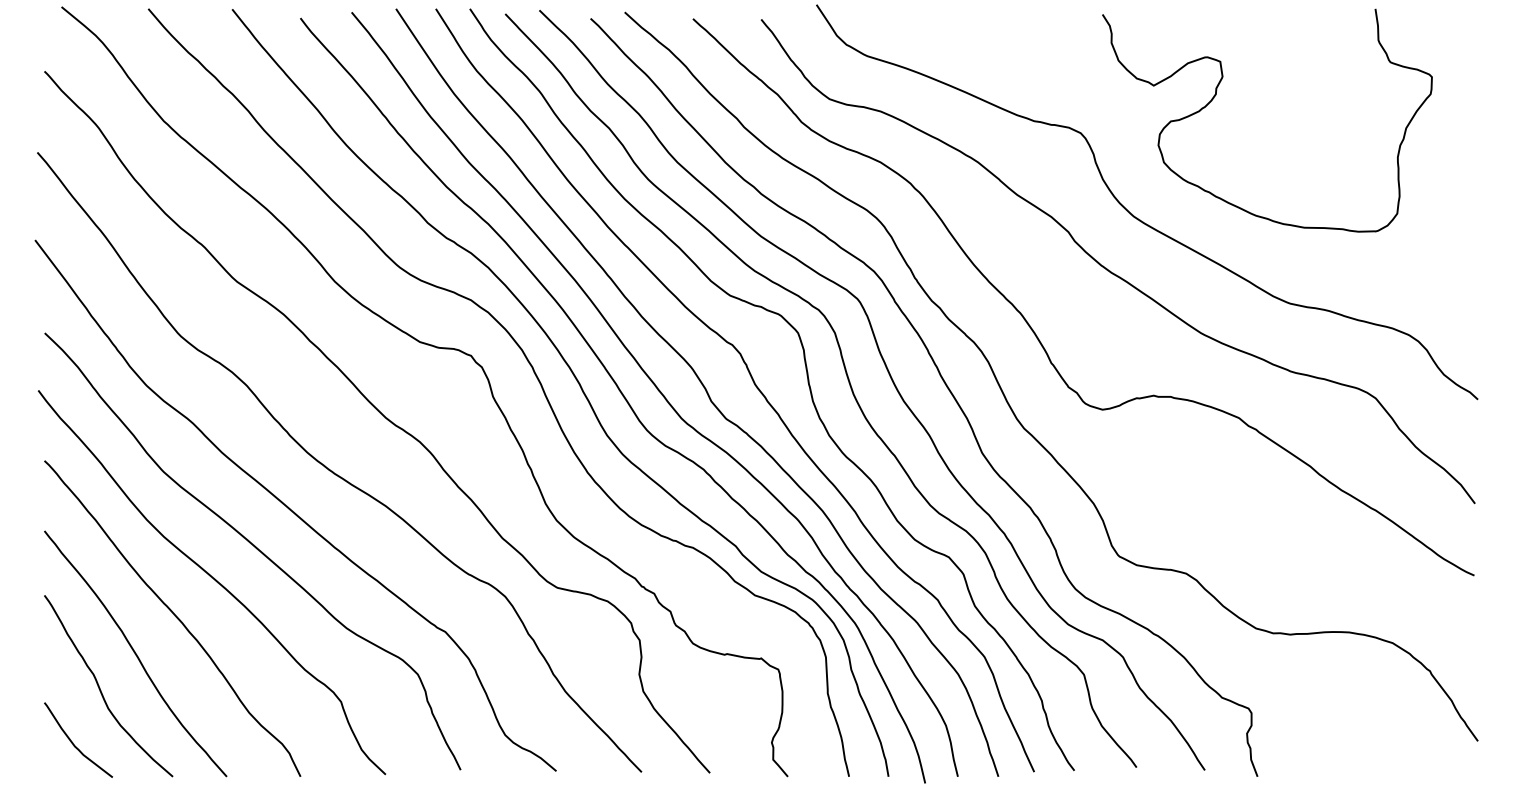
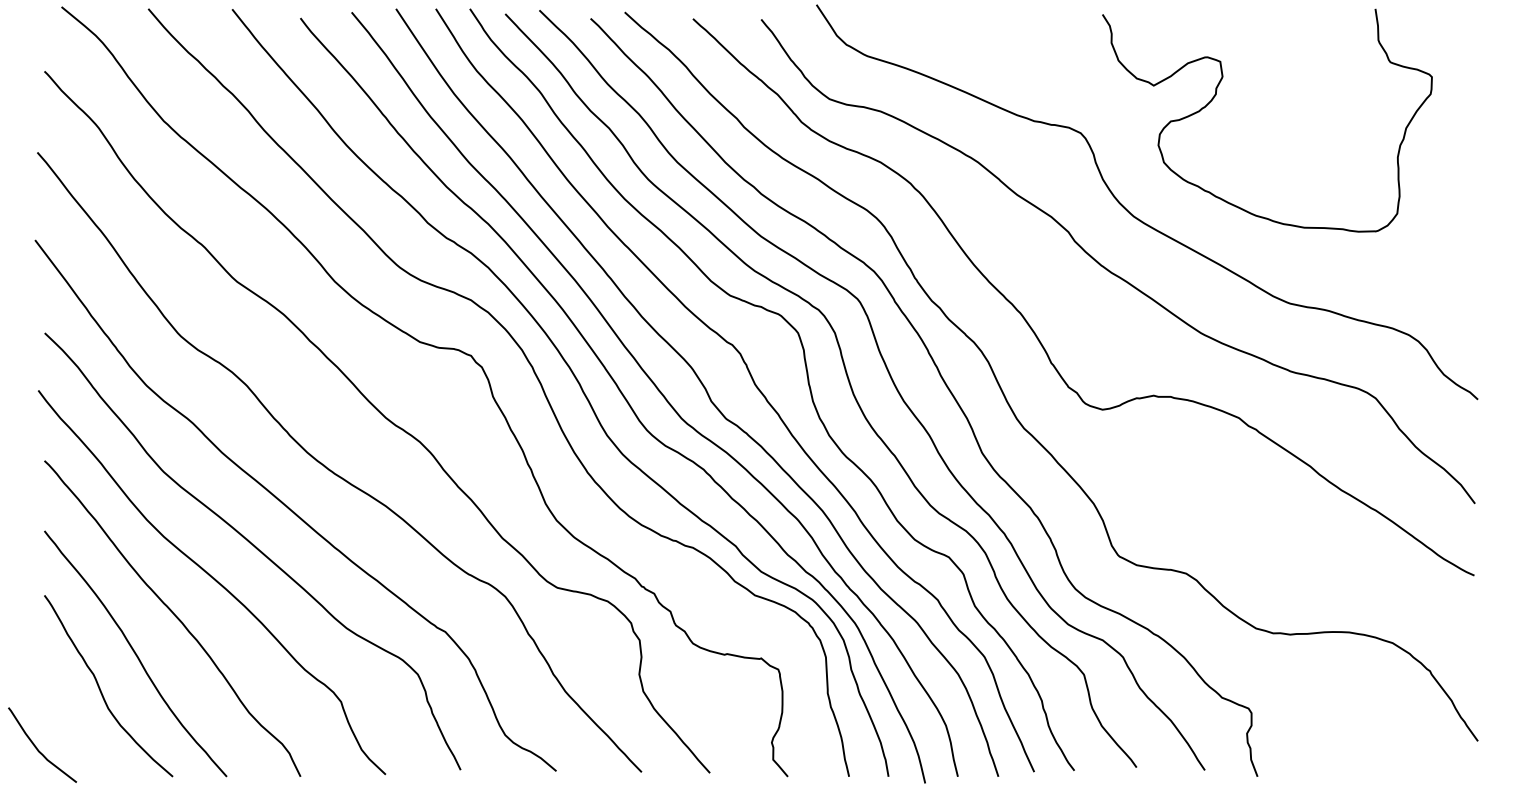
curve at (73, 742) position: (73, 742) -> (37, 747)
